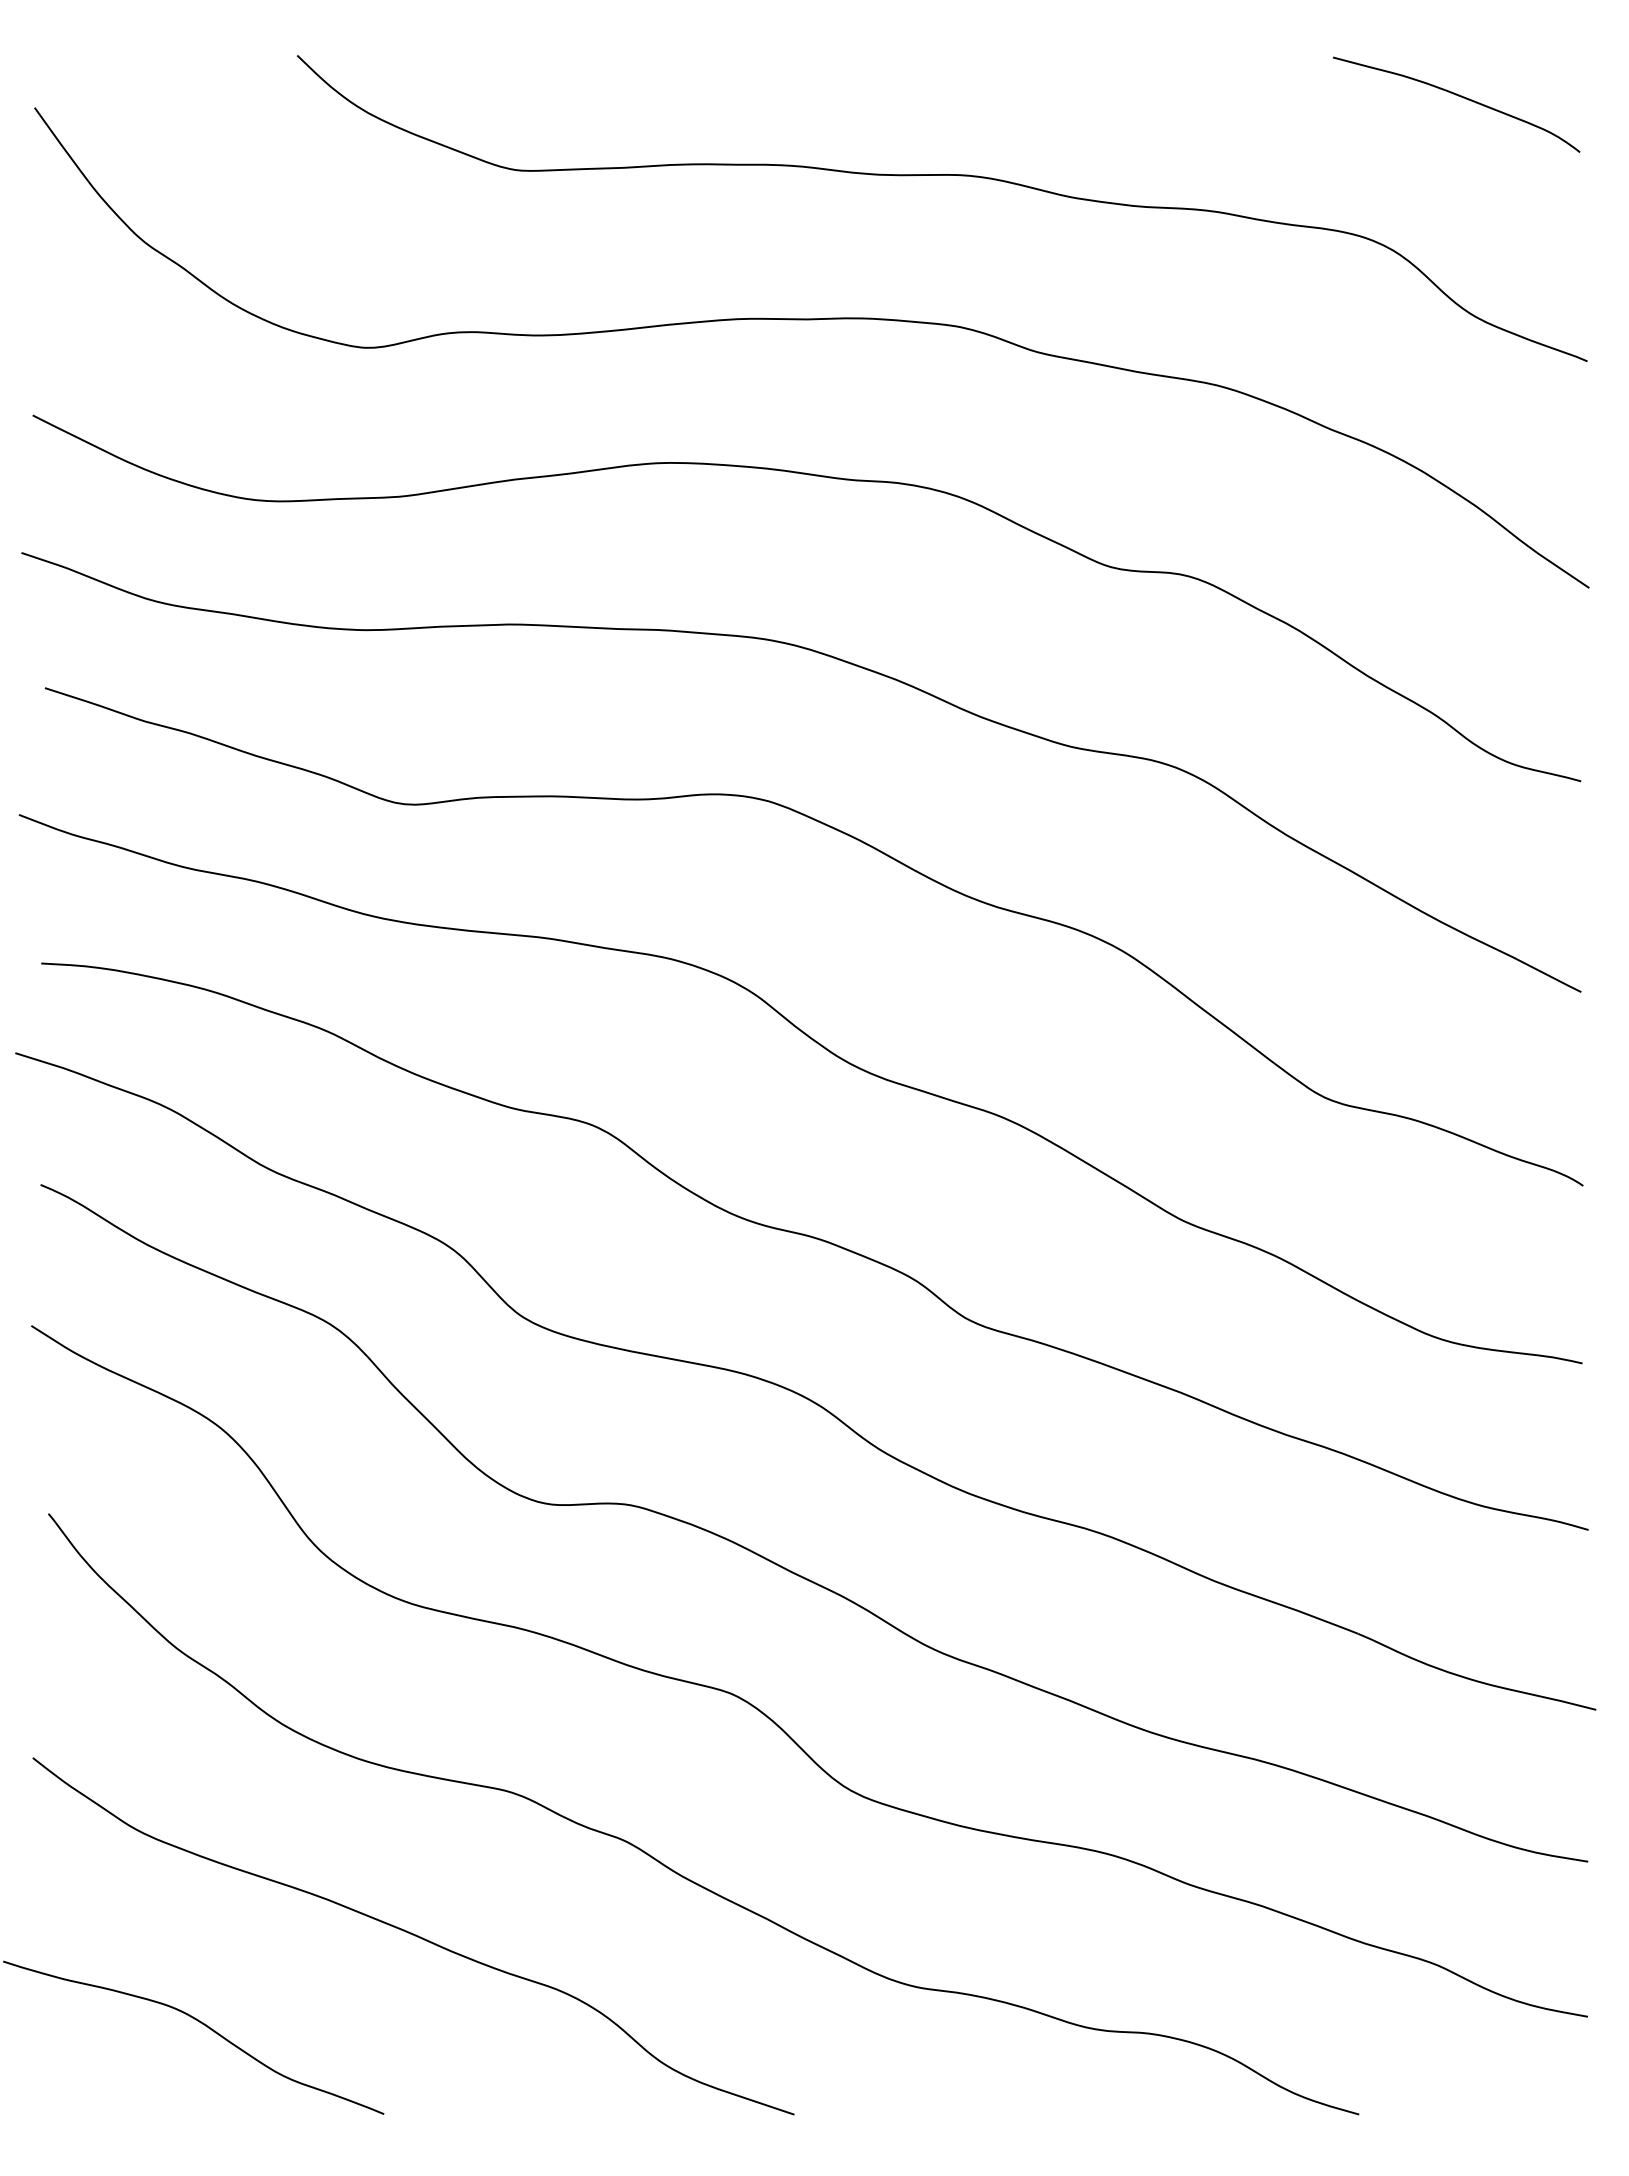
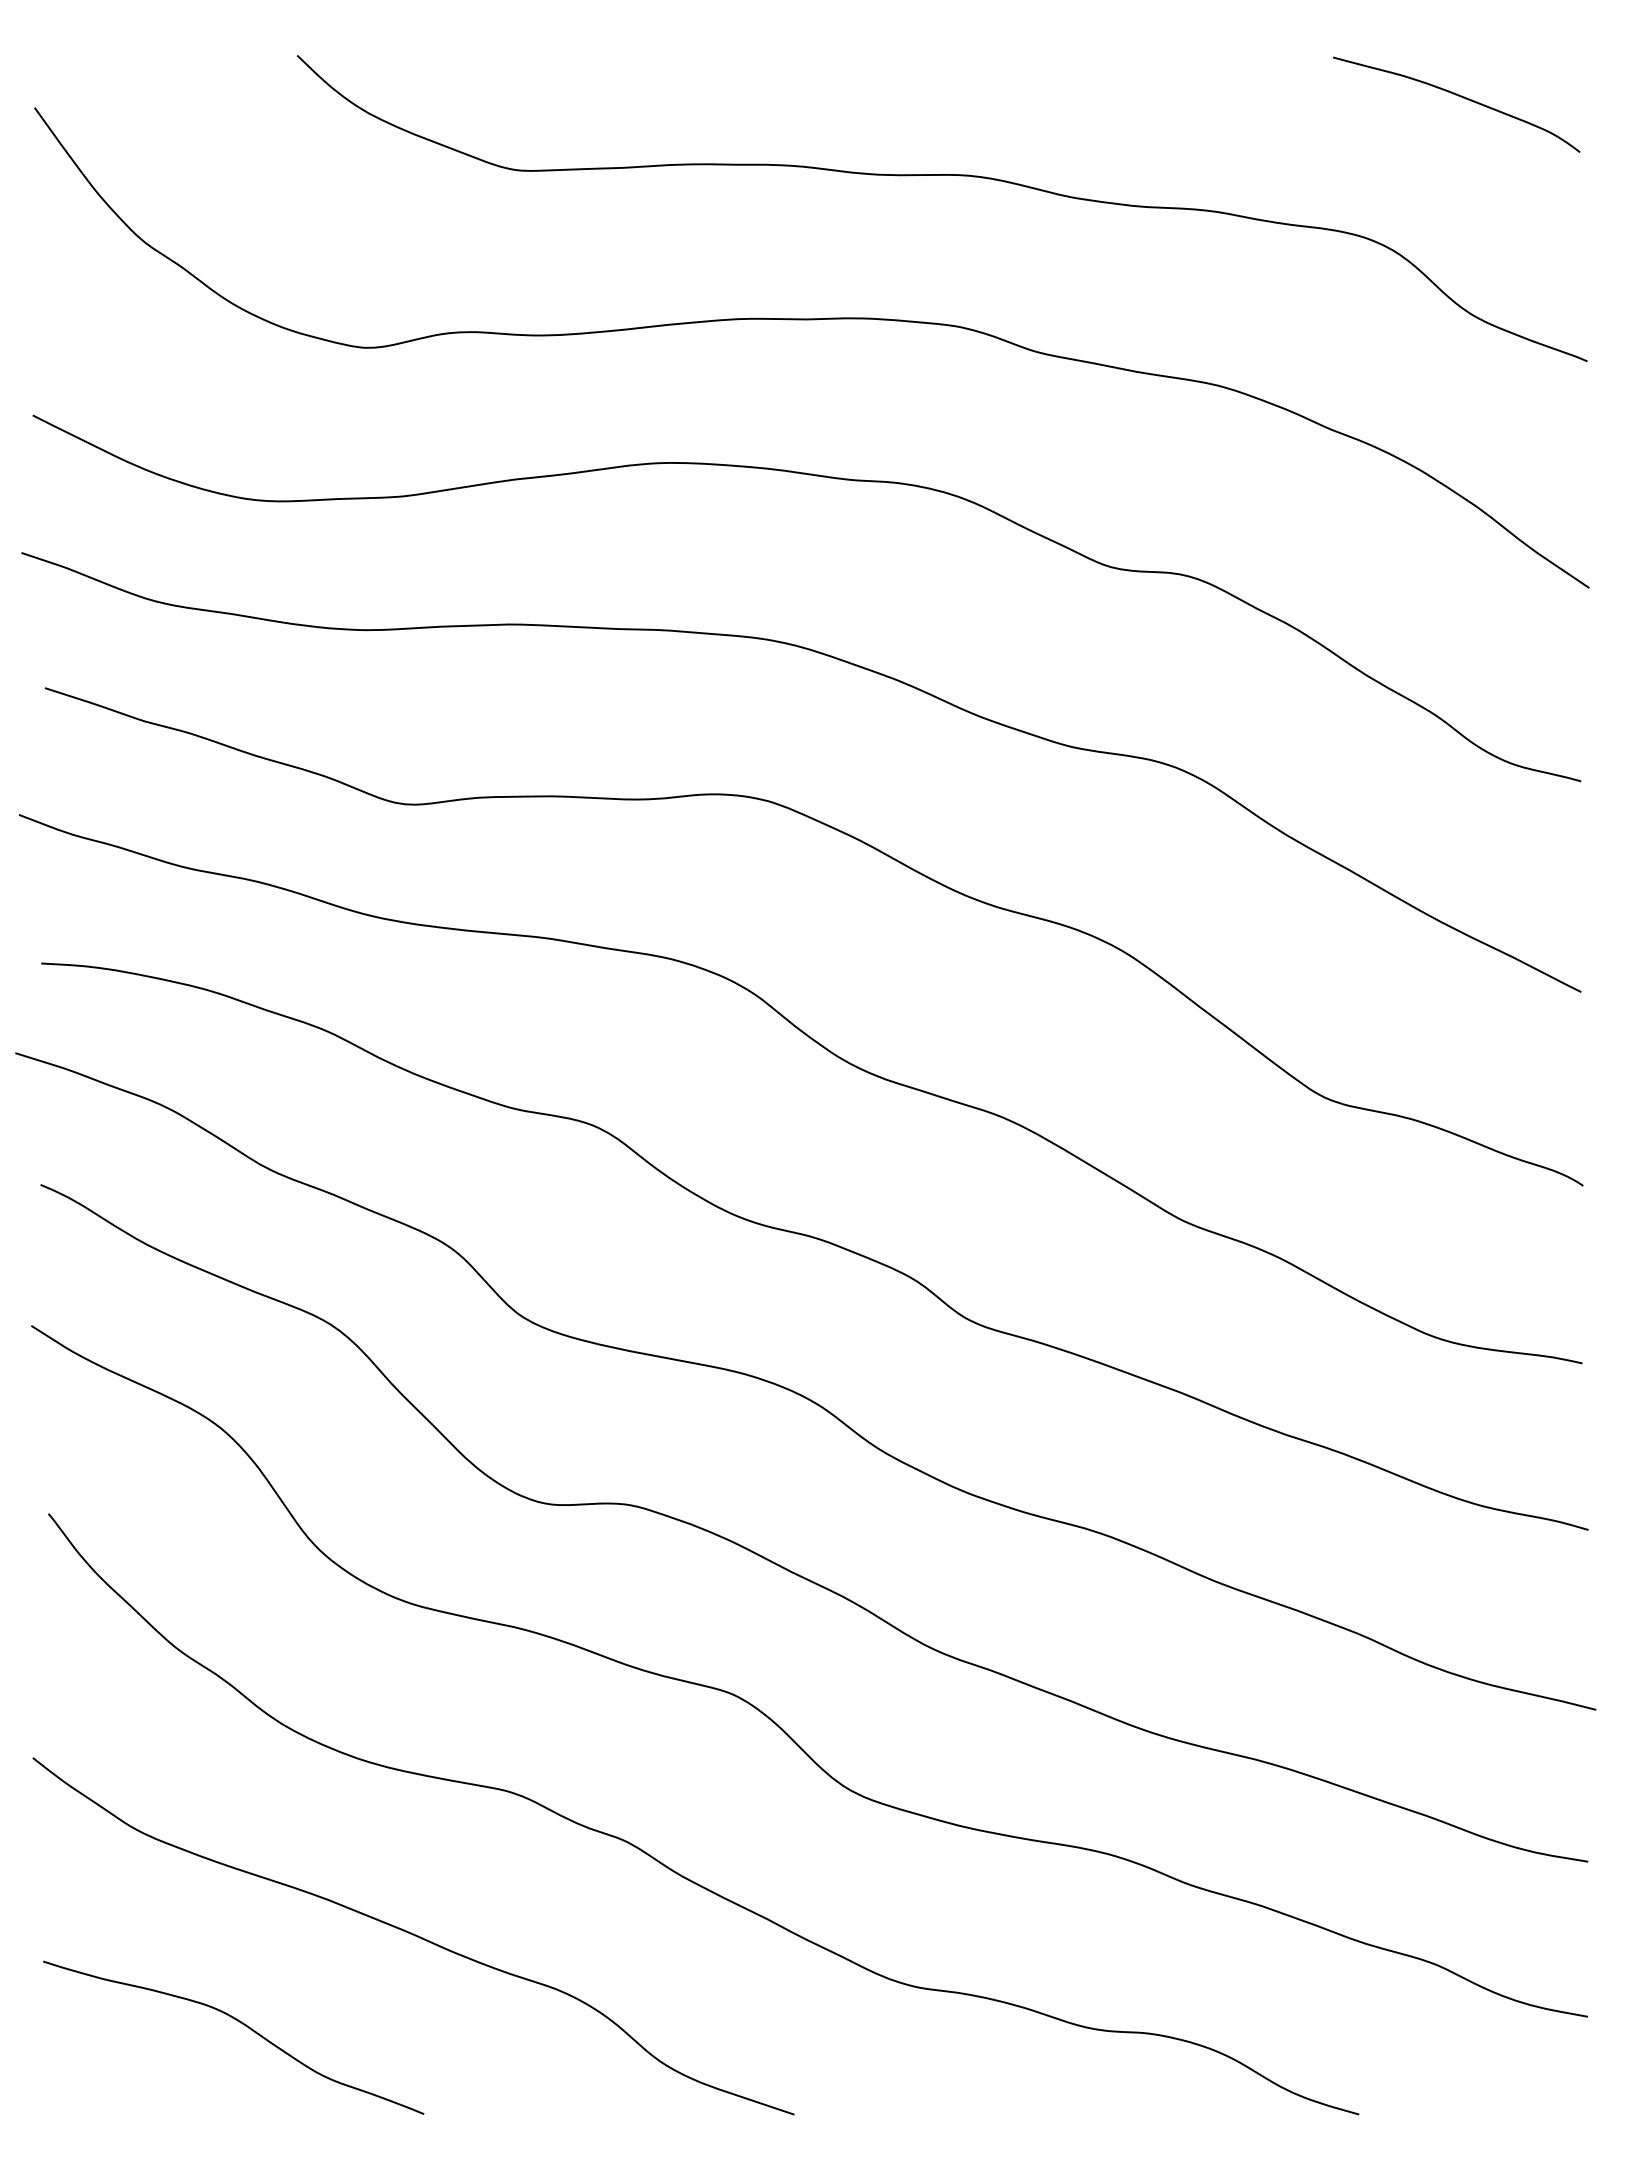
curve at (200, 2023) position: (200, 2023) -> (240, 2023)
